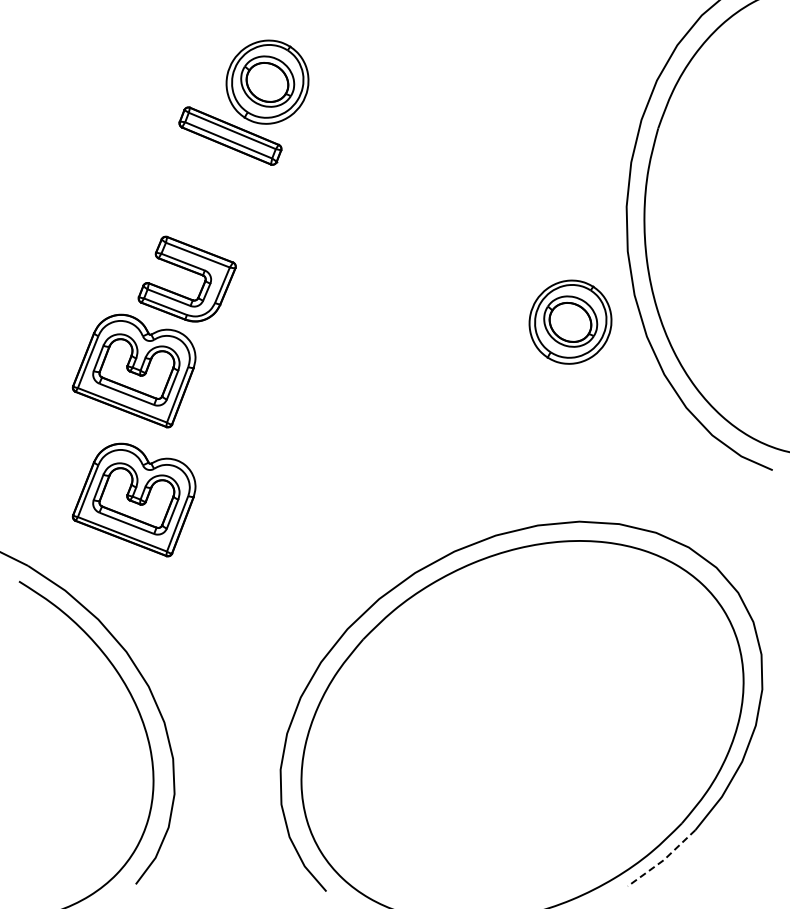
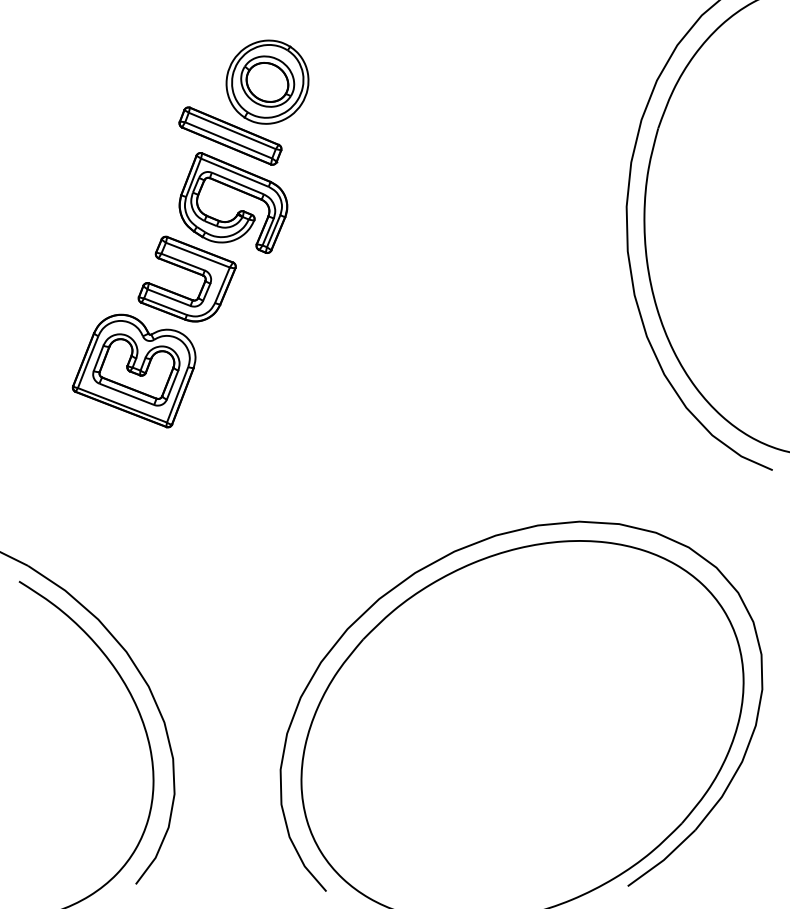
part at (239, 210): none -> present
part at (570, 321): present -> none
part at (133, 499): present -> none
line at (663, 860): dashed -> solid
